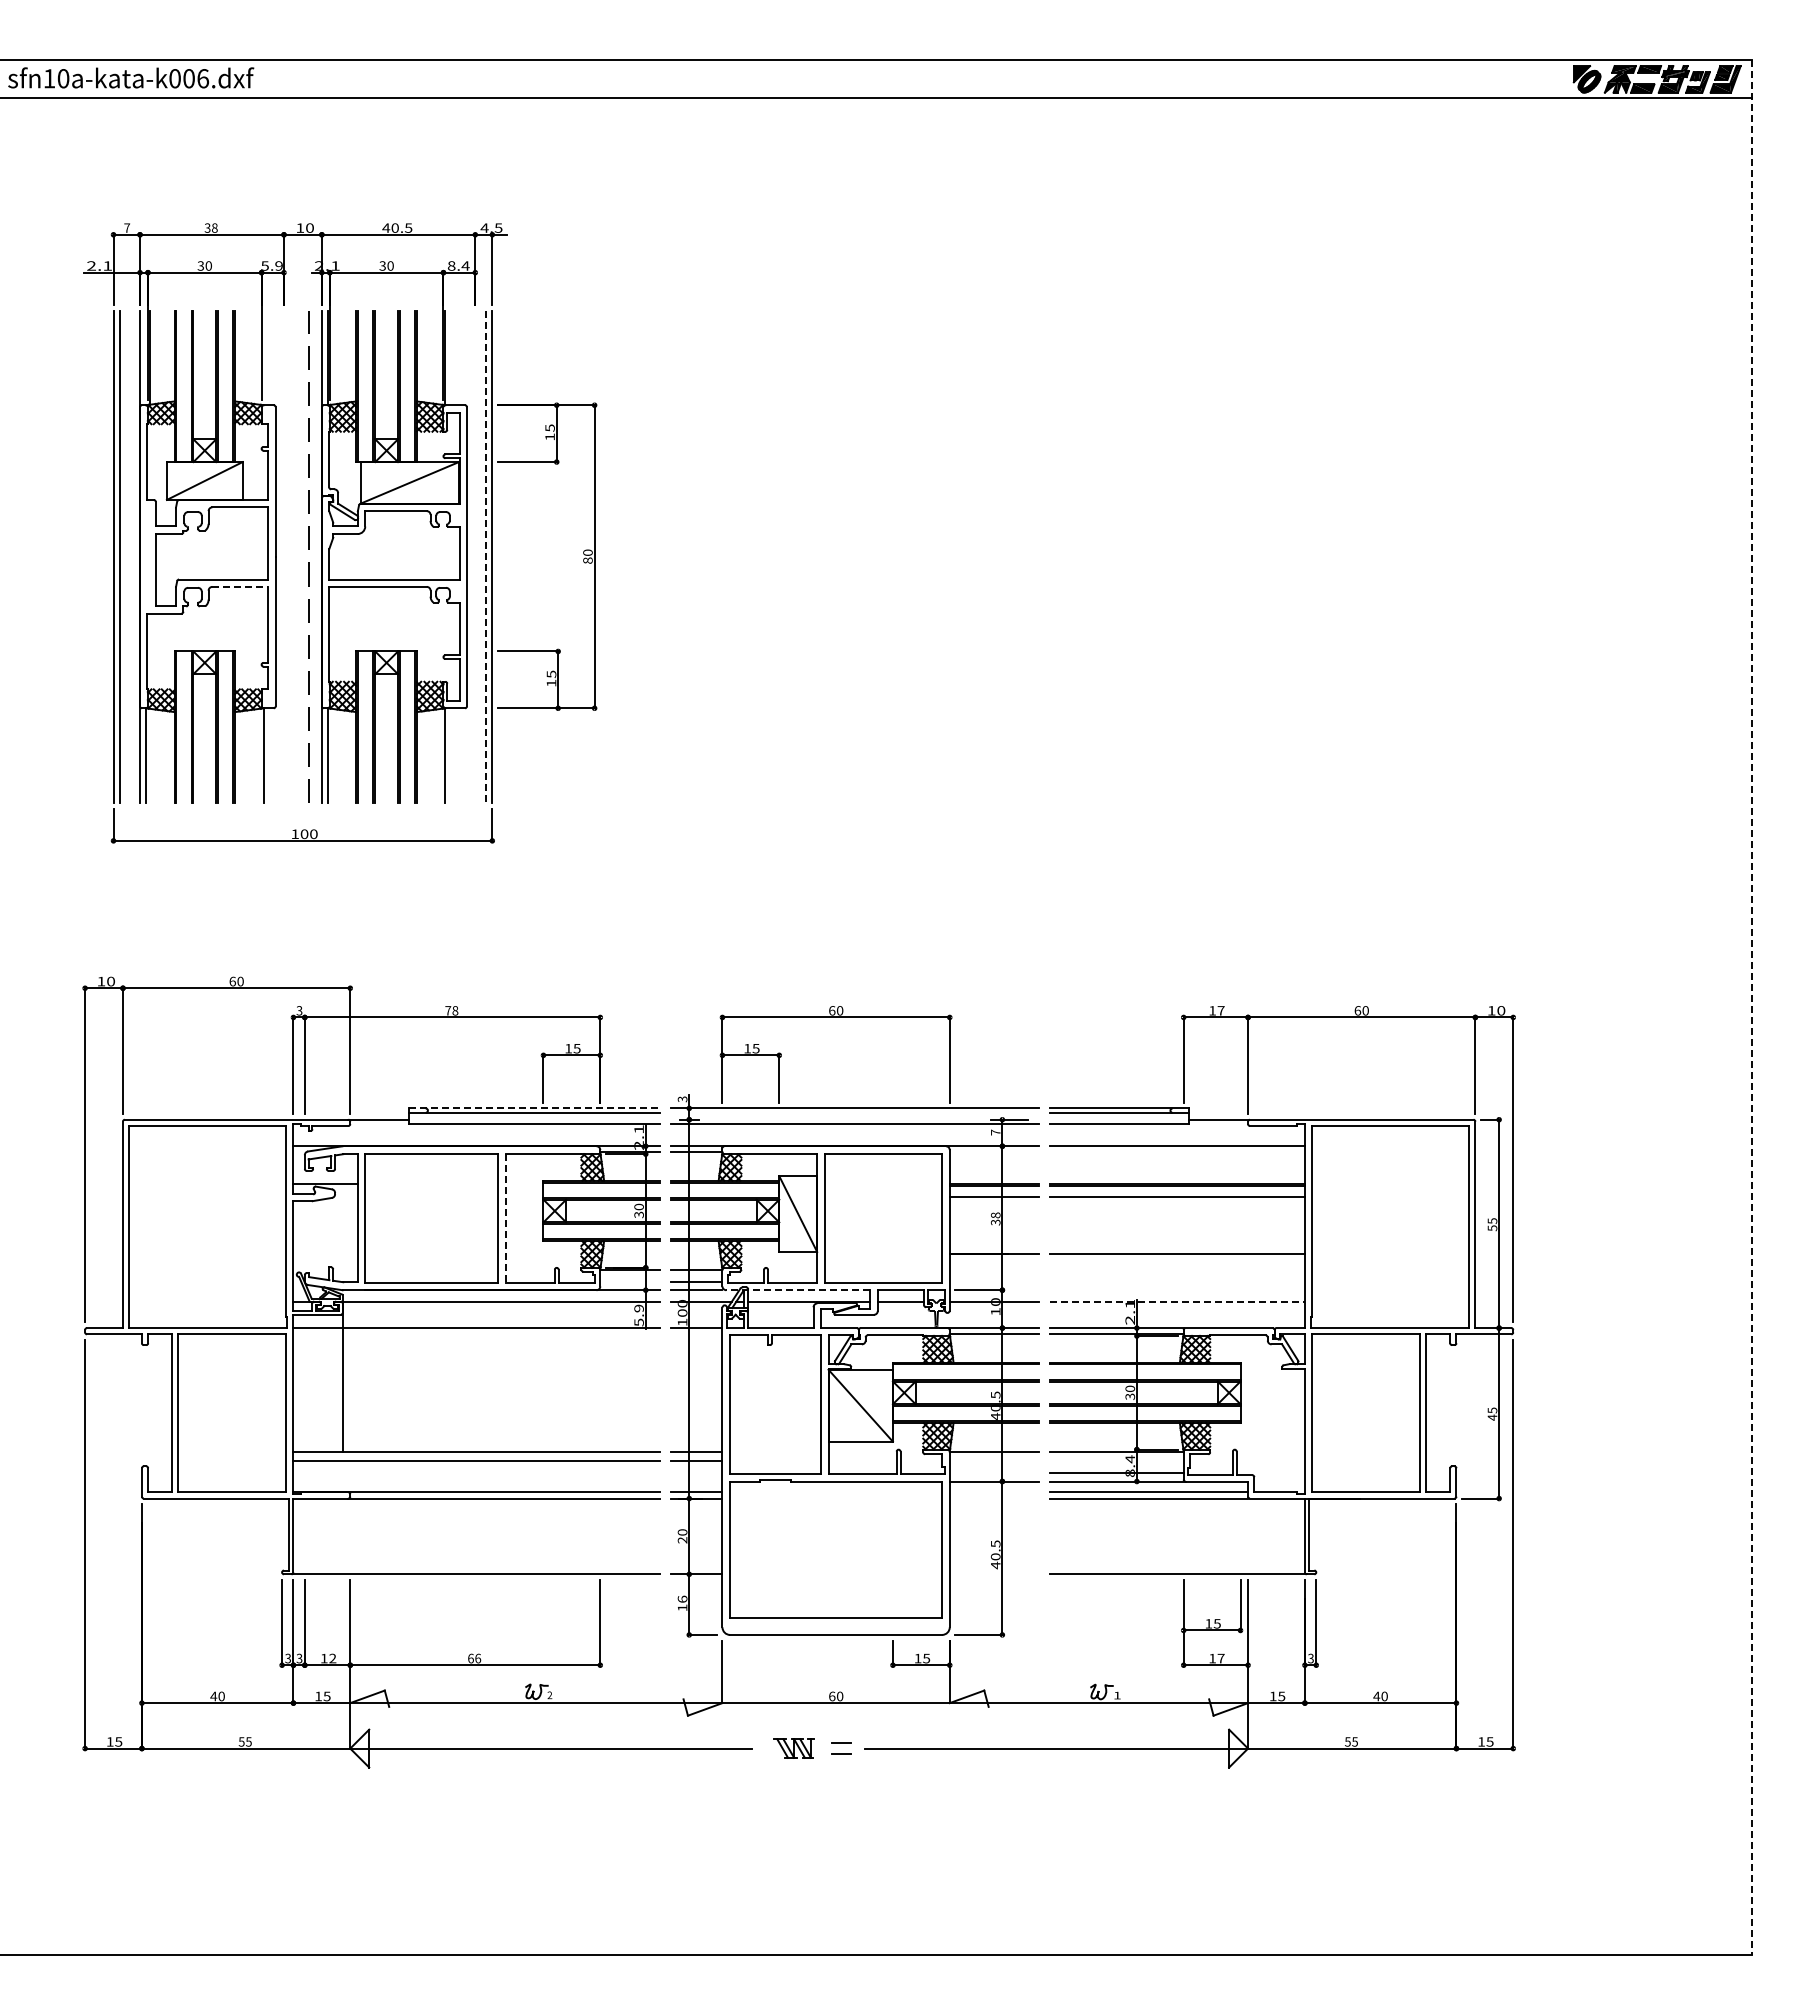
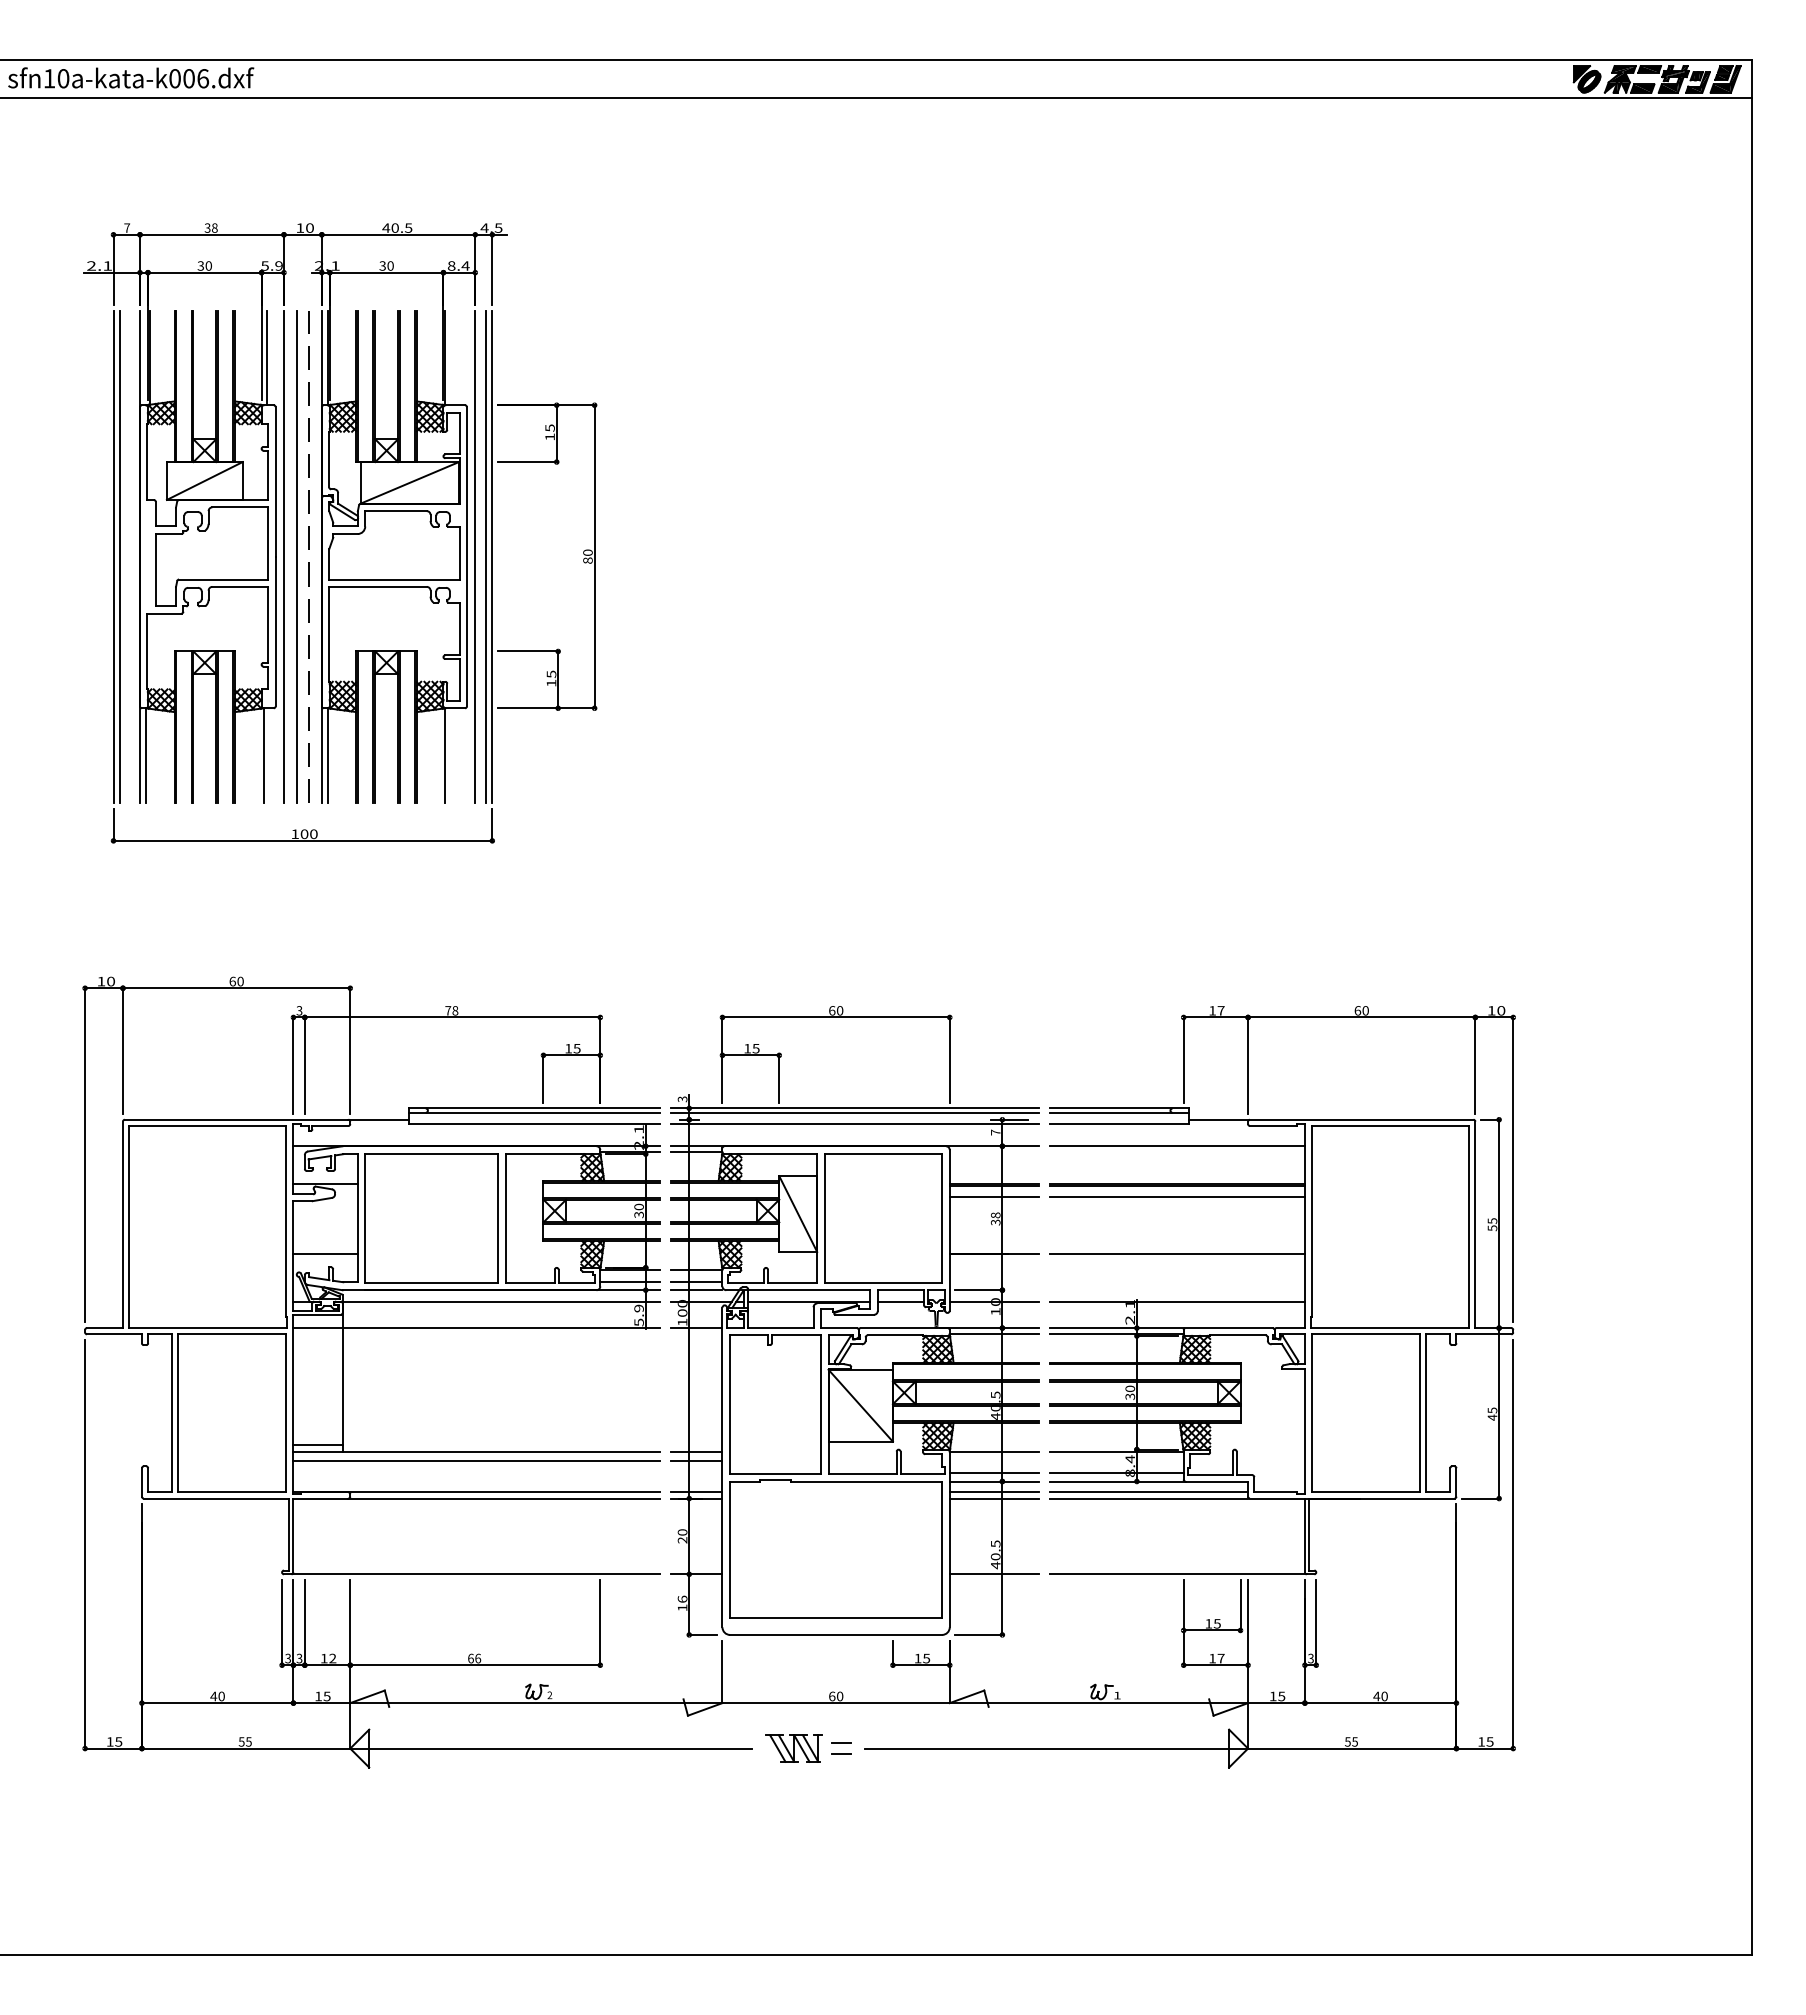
line at (266, 357): none -> present
line at (283, 556): none -> present
line at (296, 556): none -> present
line at (475, 556): none -> present
line at (486, 557): dashed -> solid
line at (240, 586): dashed -> solid
line at (1752, 1007): dashed -> solid
line at (534, 1108): dashed -> solid
line at (854, 1112): none -> present
line at (505, 1218): dashed -> solid
line at (325, 1254): none -> present
line at (629, 1281): none -> present
line at (797, 1290): dashed -> solid
line at (1178, 1301): dashed -> solid
line at (317, 1444): none -> present
line at (993, 1473): none -> present
line at (993, 1491): none -> present
line at (993, 1498): none -> present
line at (993, 1574): none -> present
part at (793, 1748) size: 42x21 px -> 58x29 px
